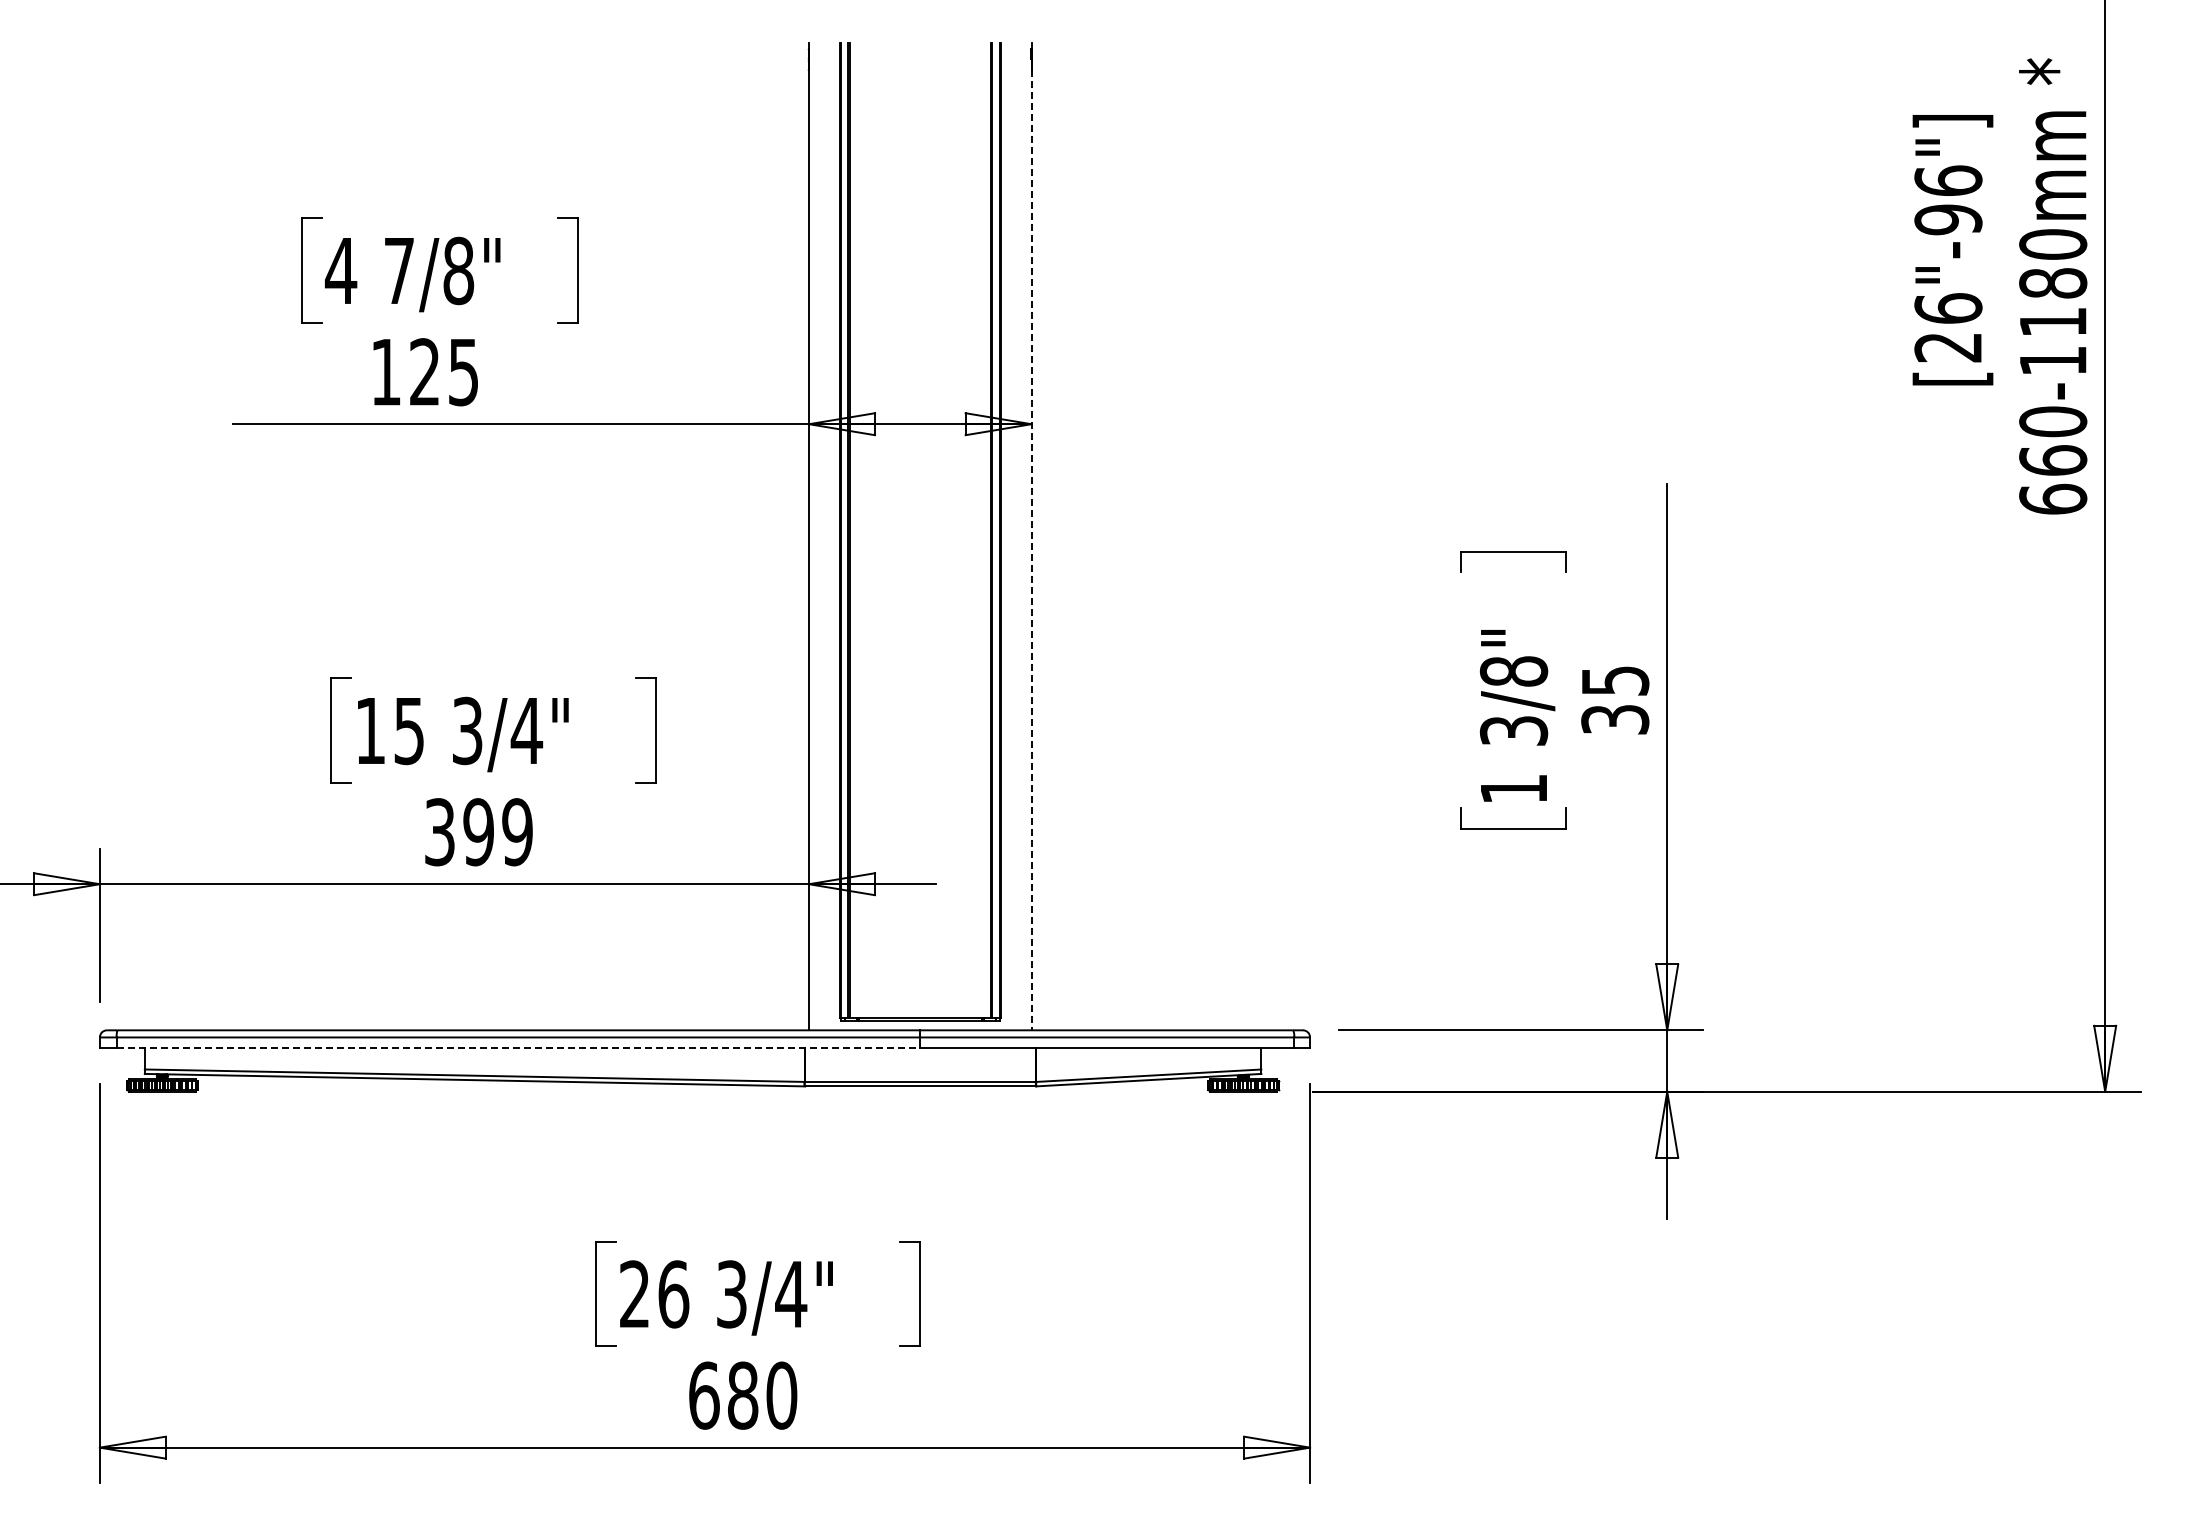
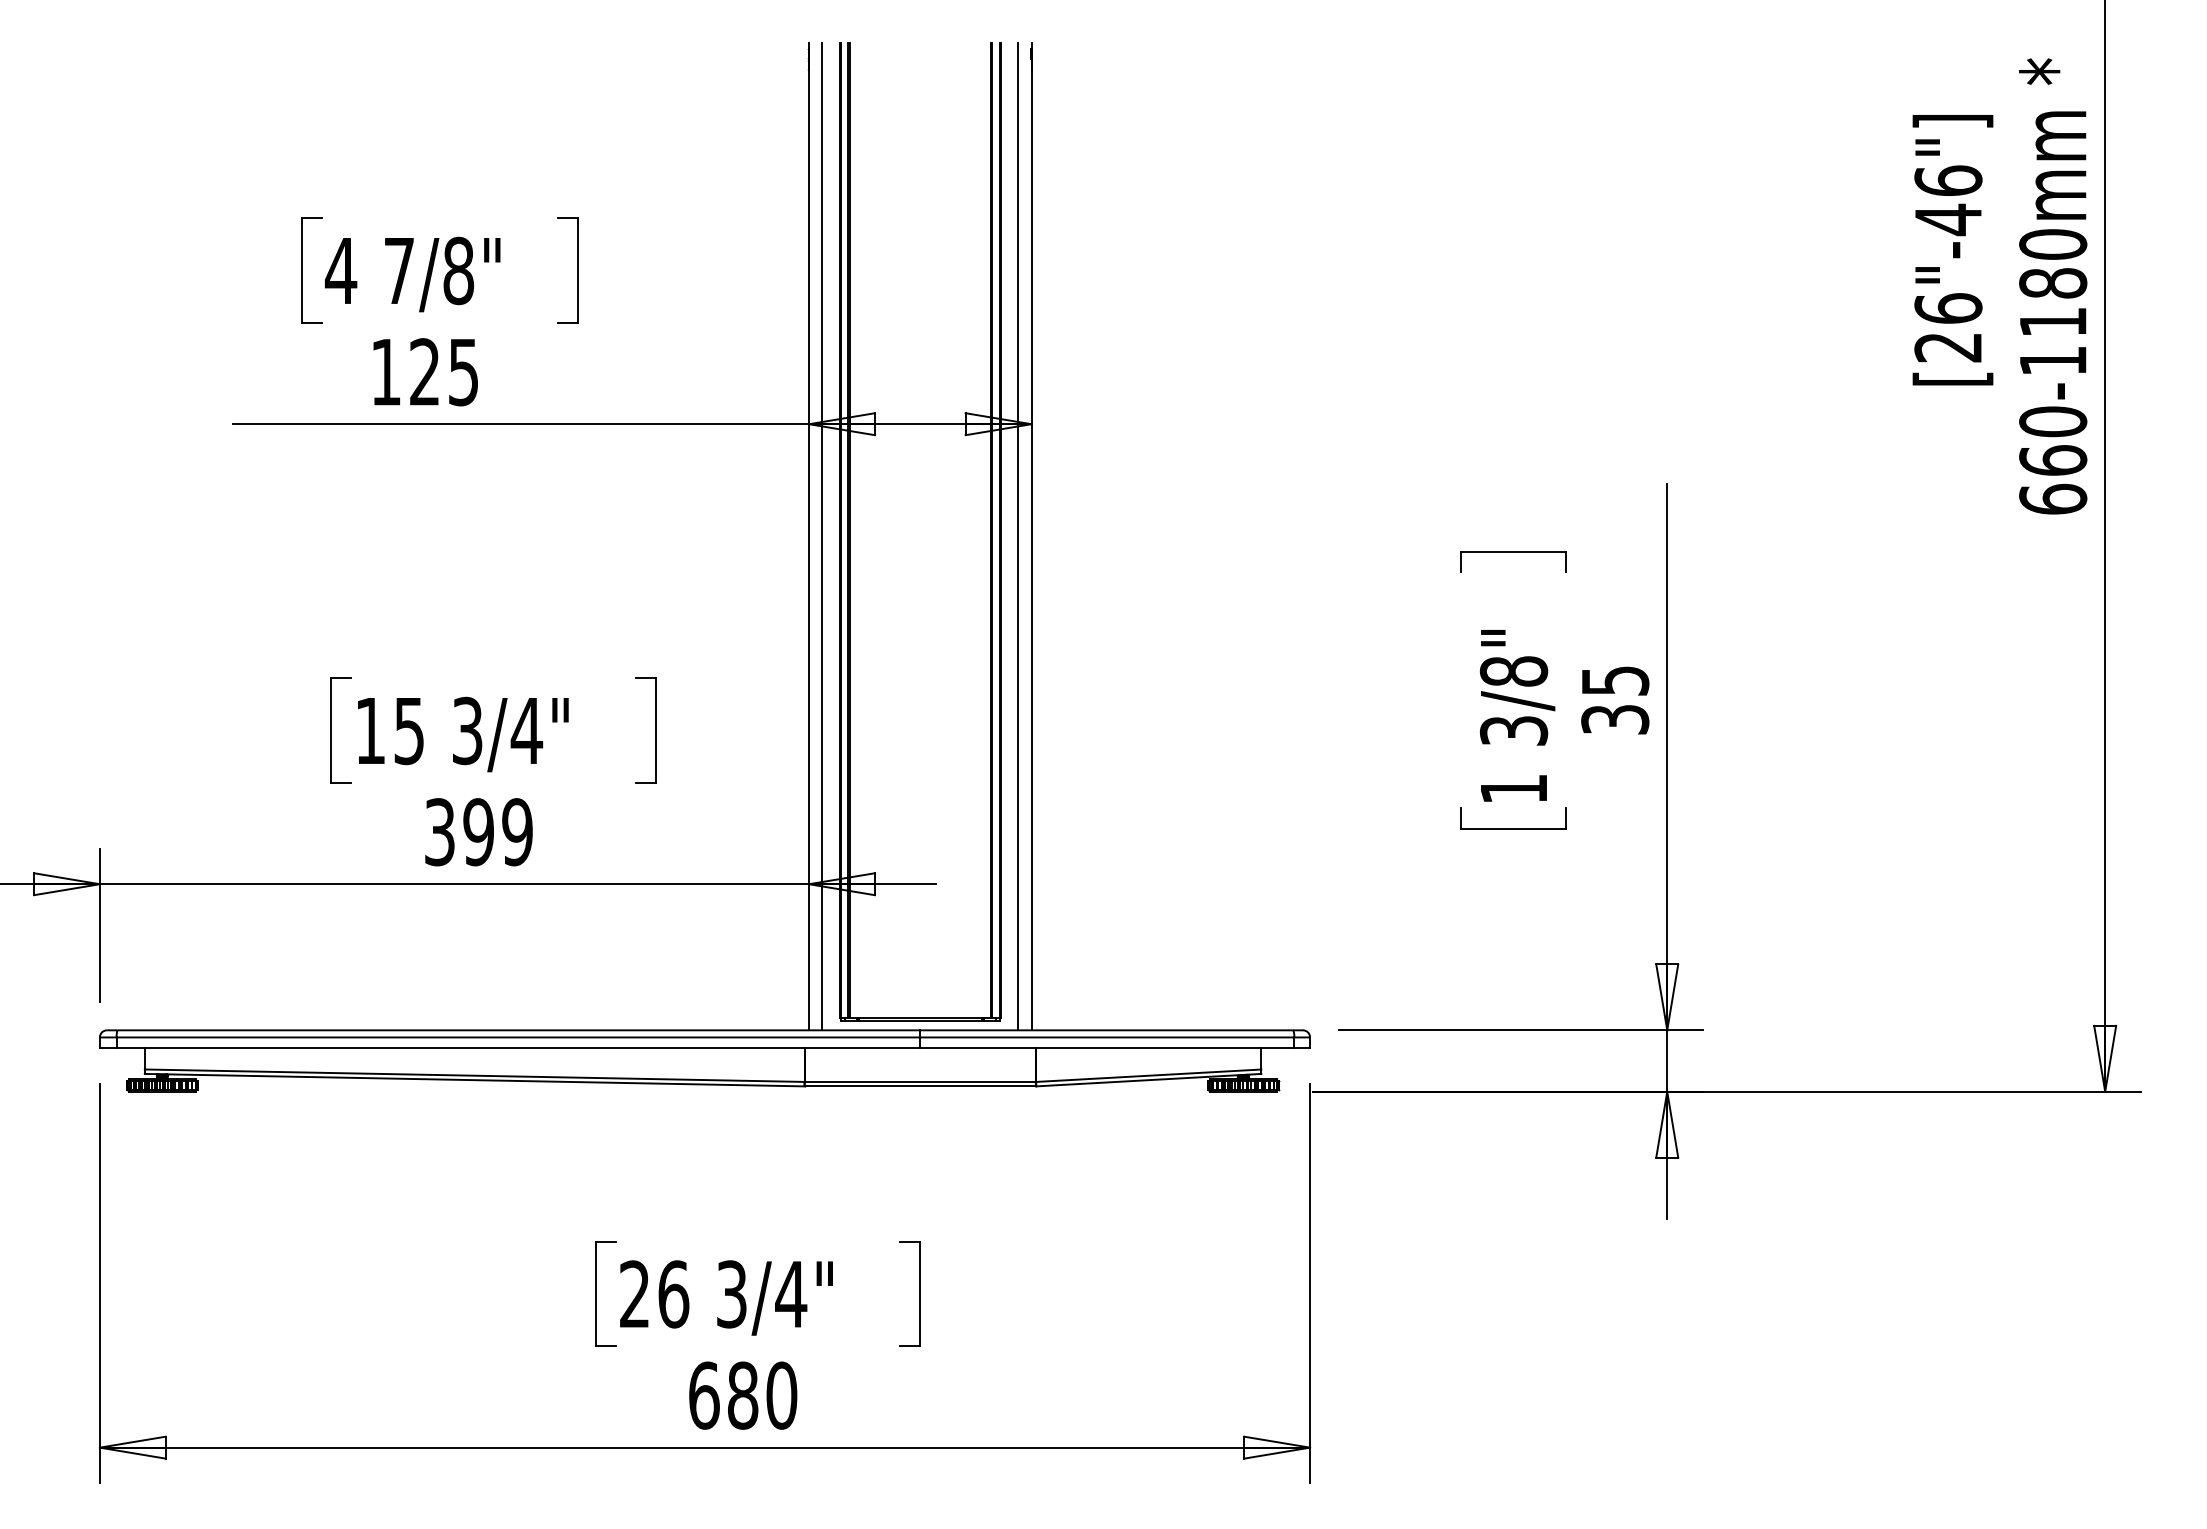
text at (1948, 219): [26"-96"] -> [26"-46"]
line at (822, 536): none -> present
line at (1018, 536): none -> present
line at (1031, 544): dashed -> solid
line at (518, 1048): dashed -> solid
